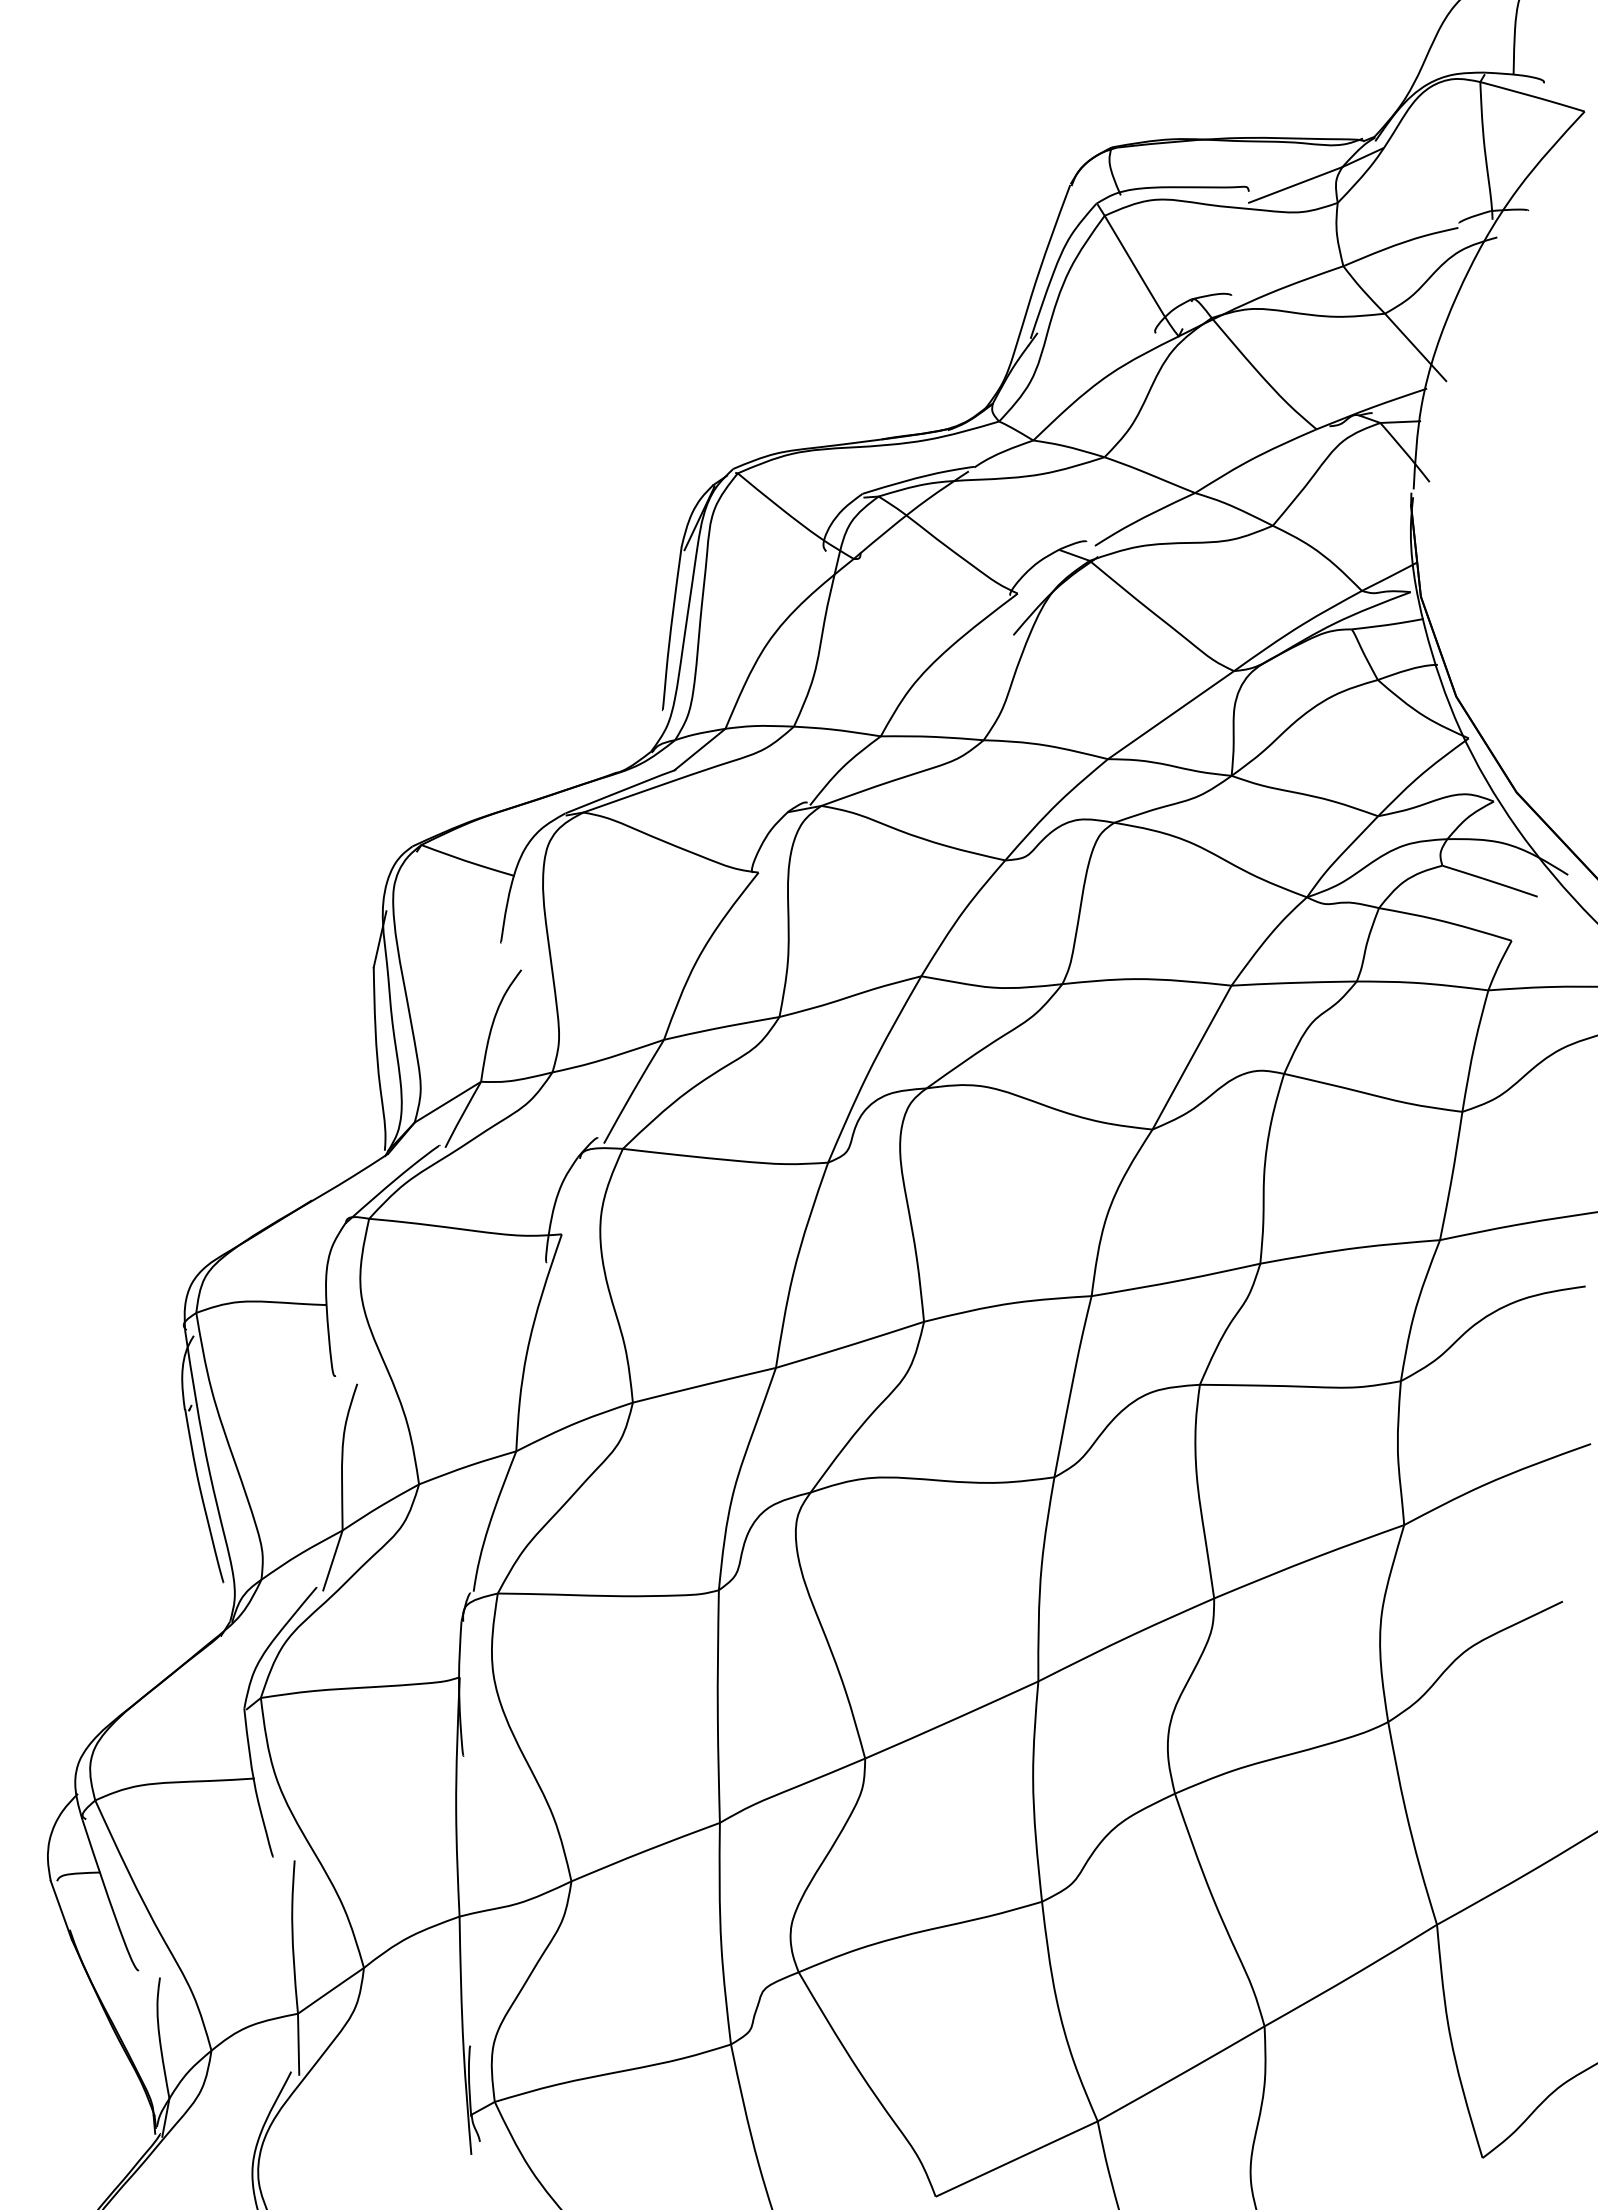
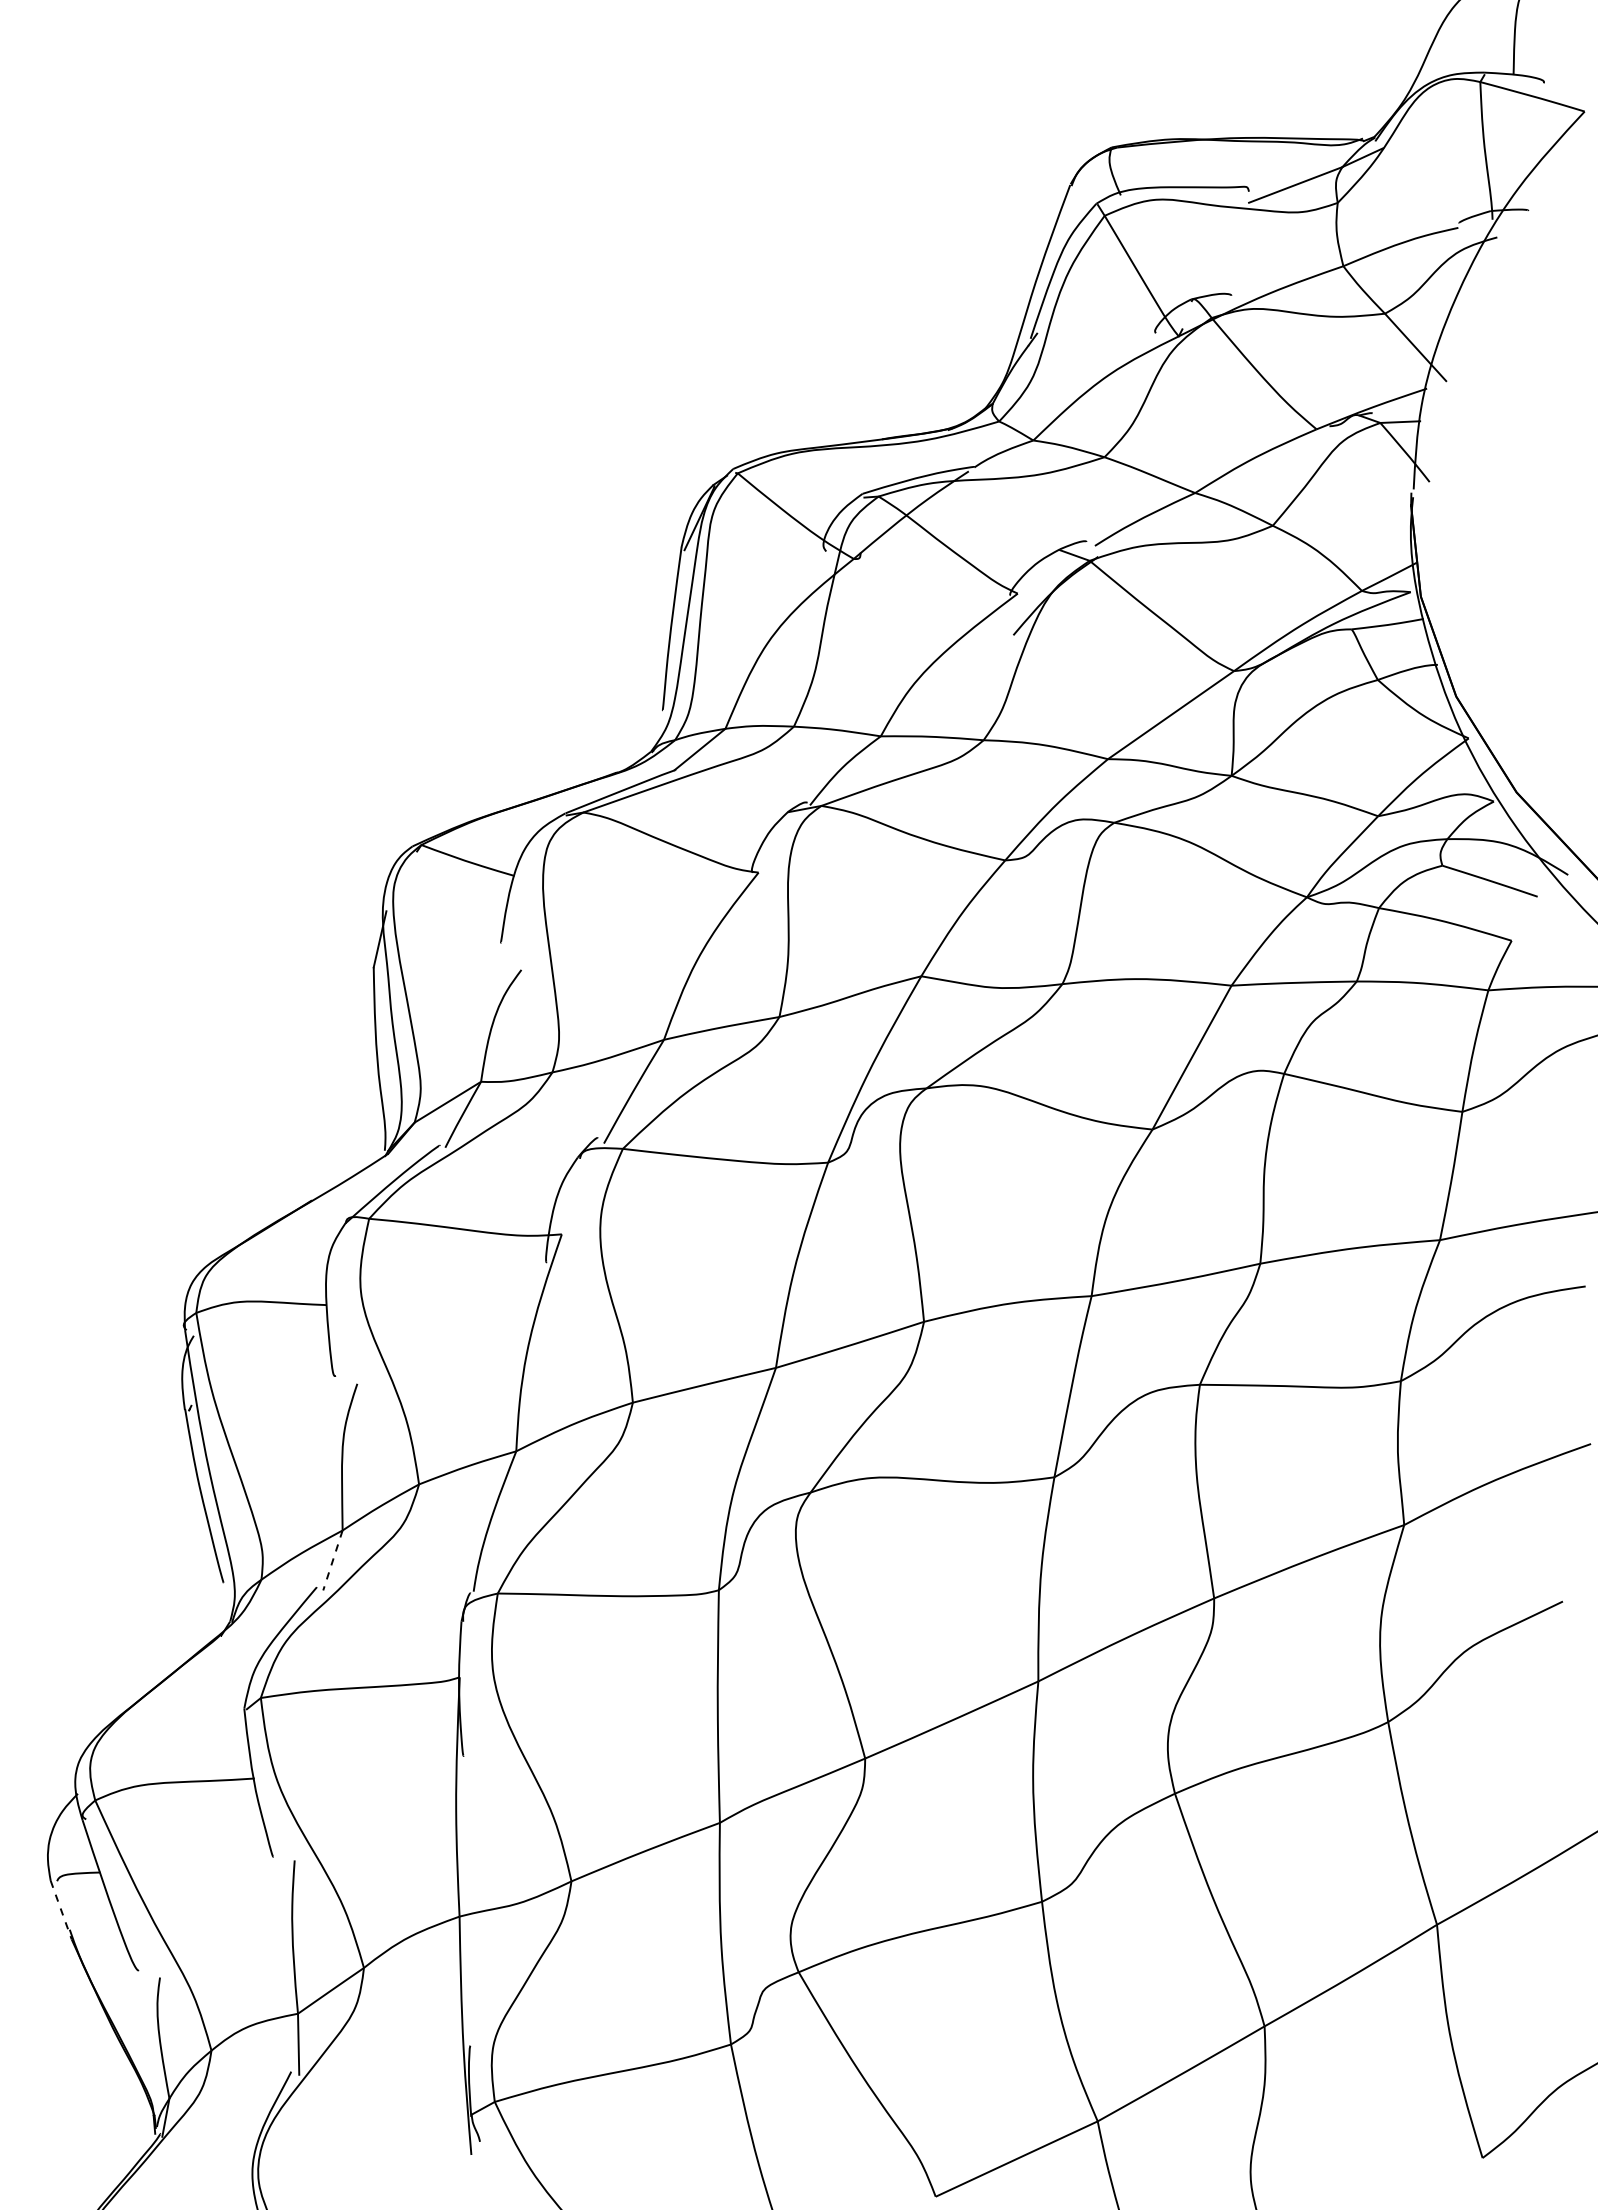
line at (332, 1560): solid -> dashed
line at (61, 1910): solid -> dashed
